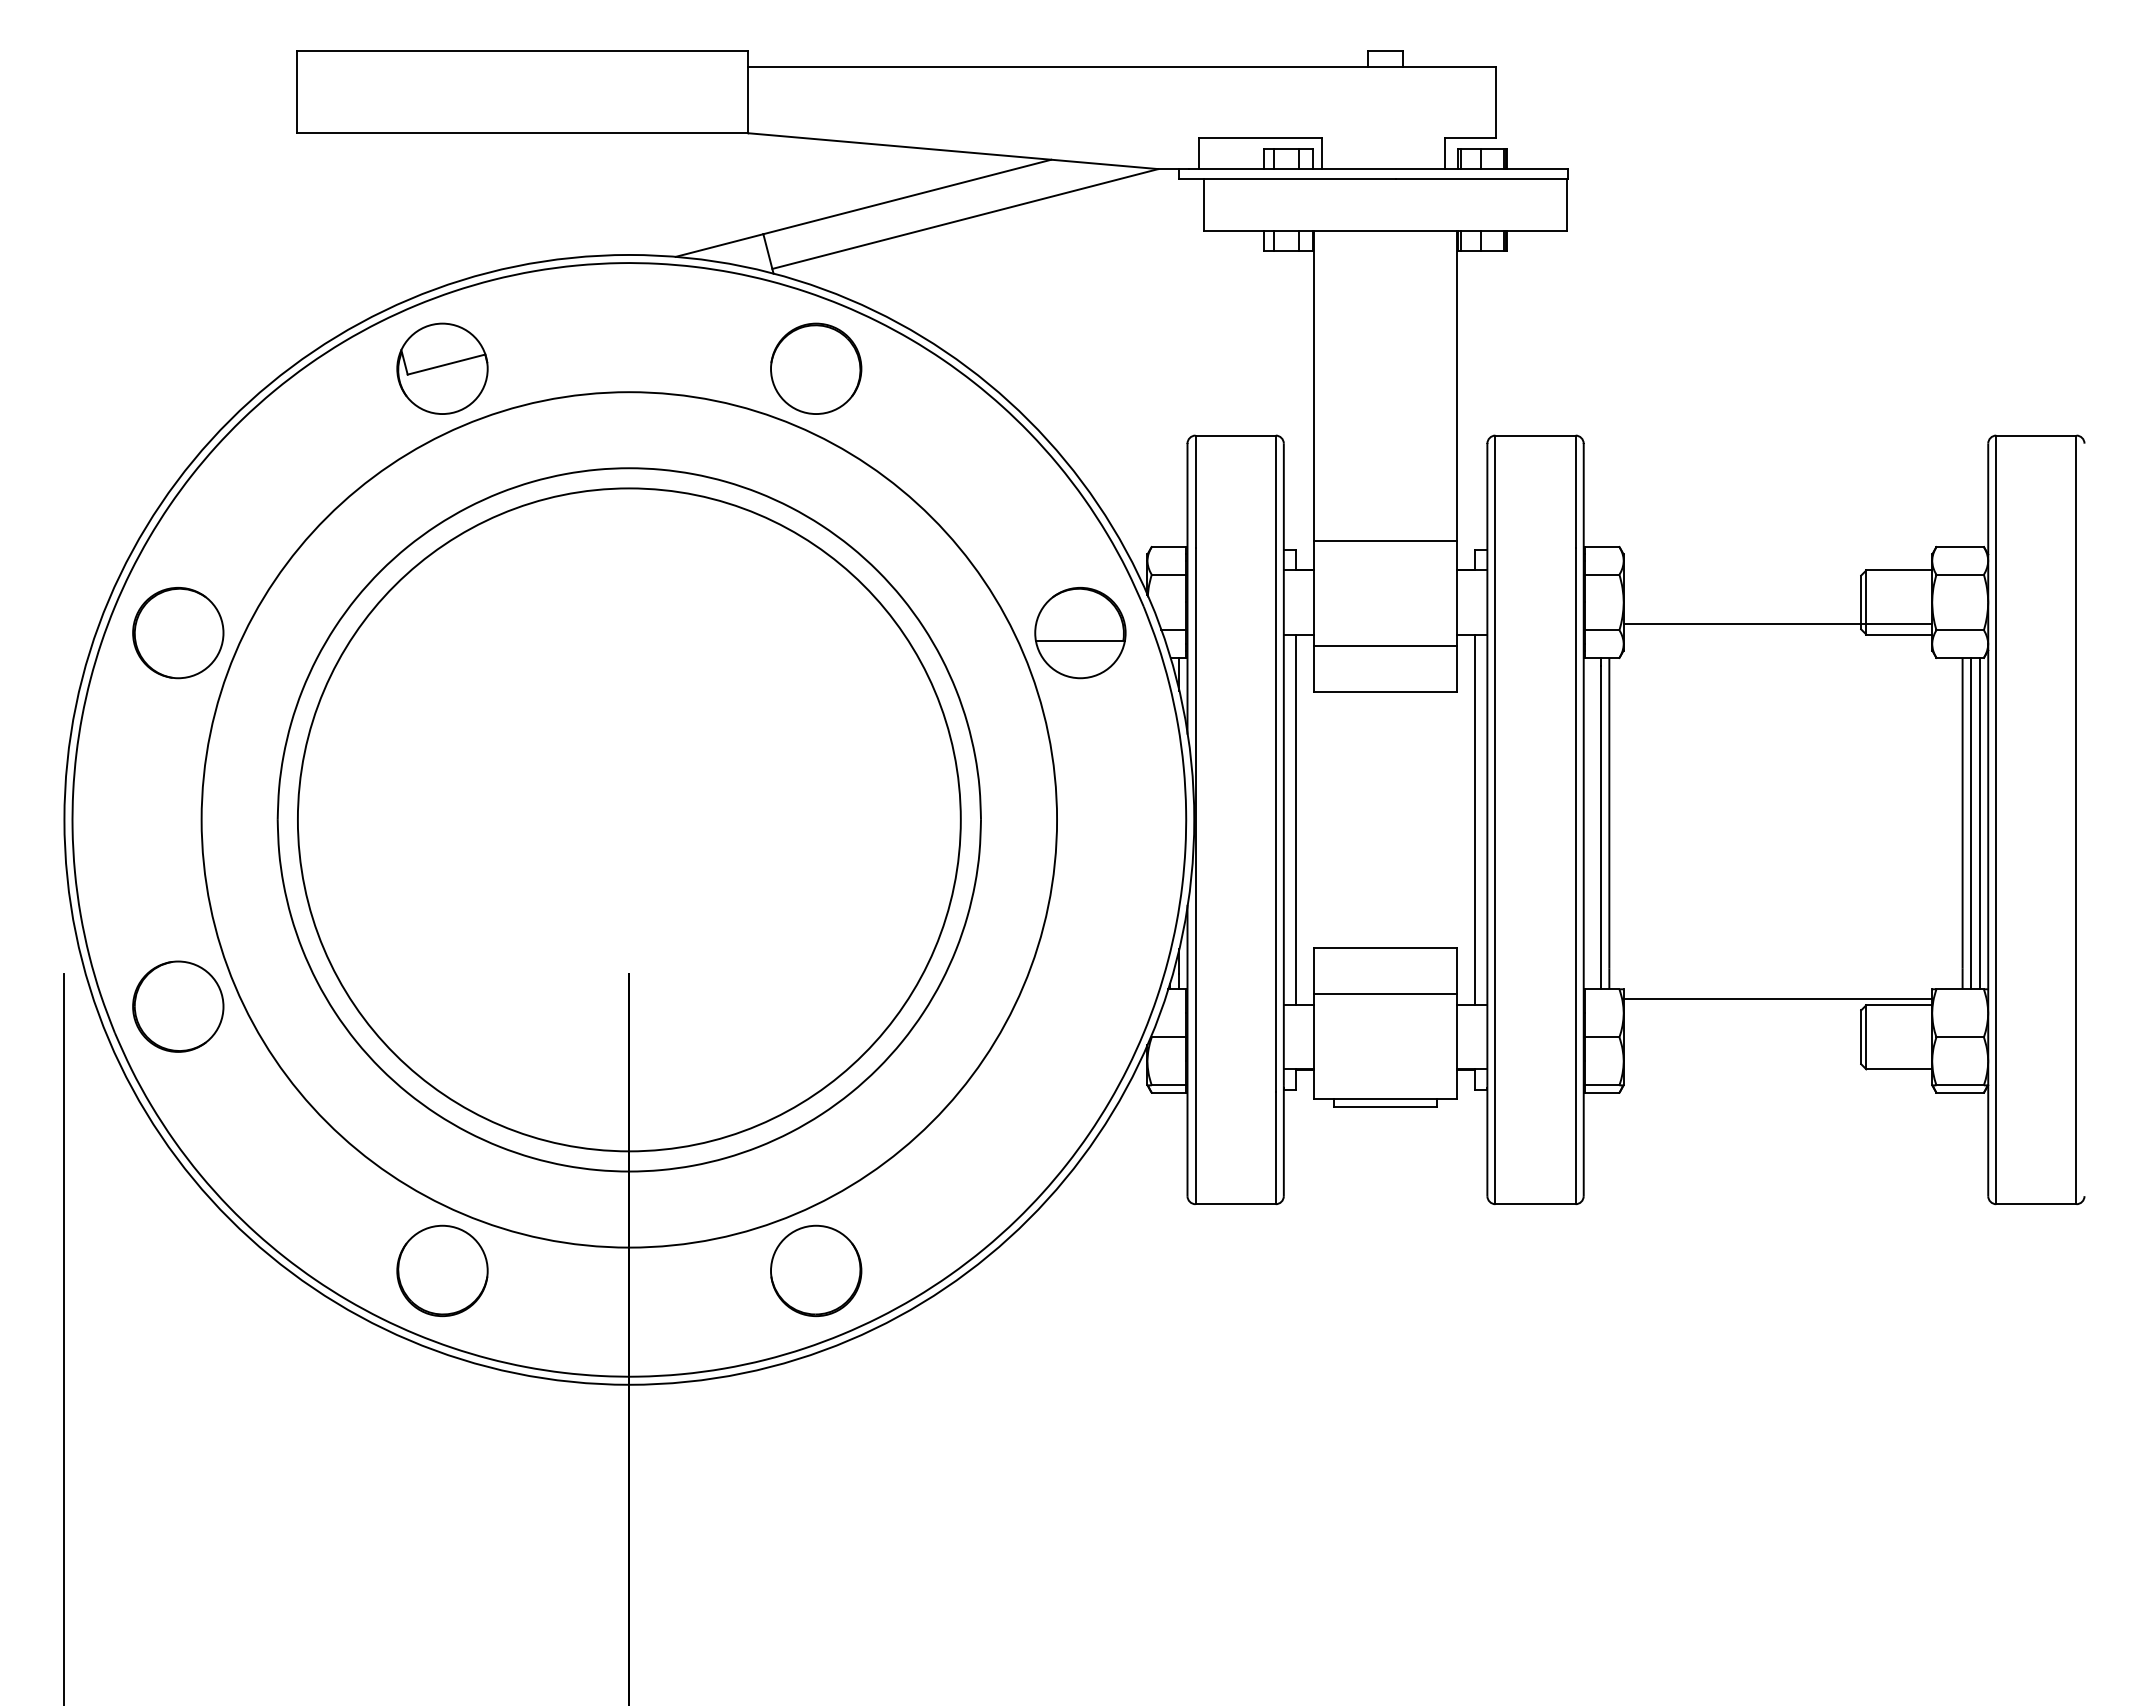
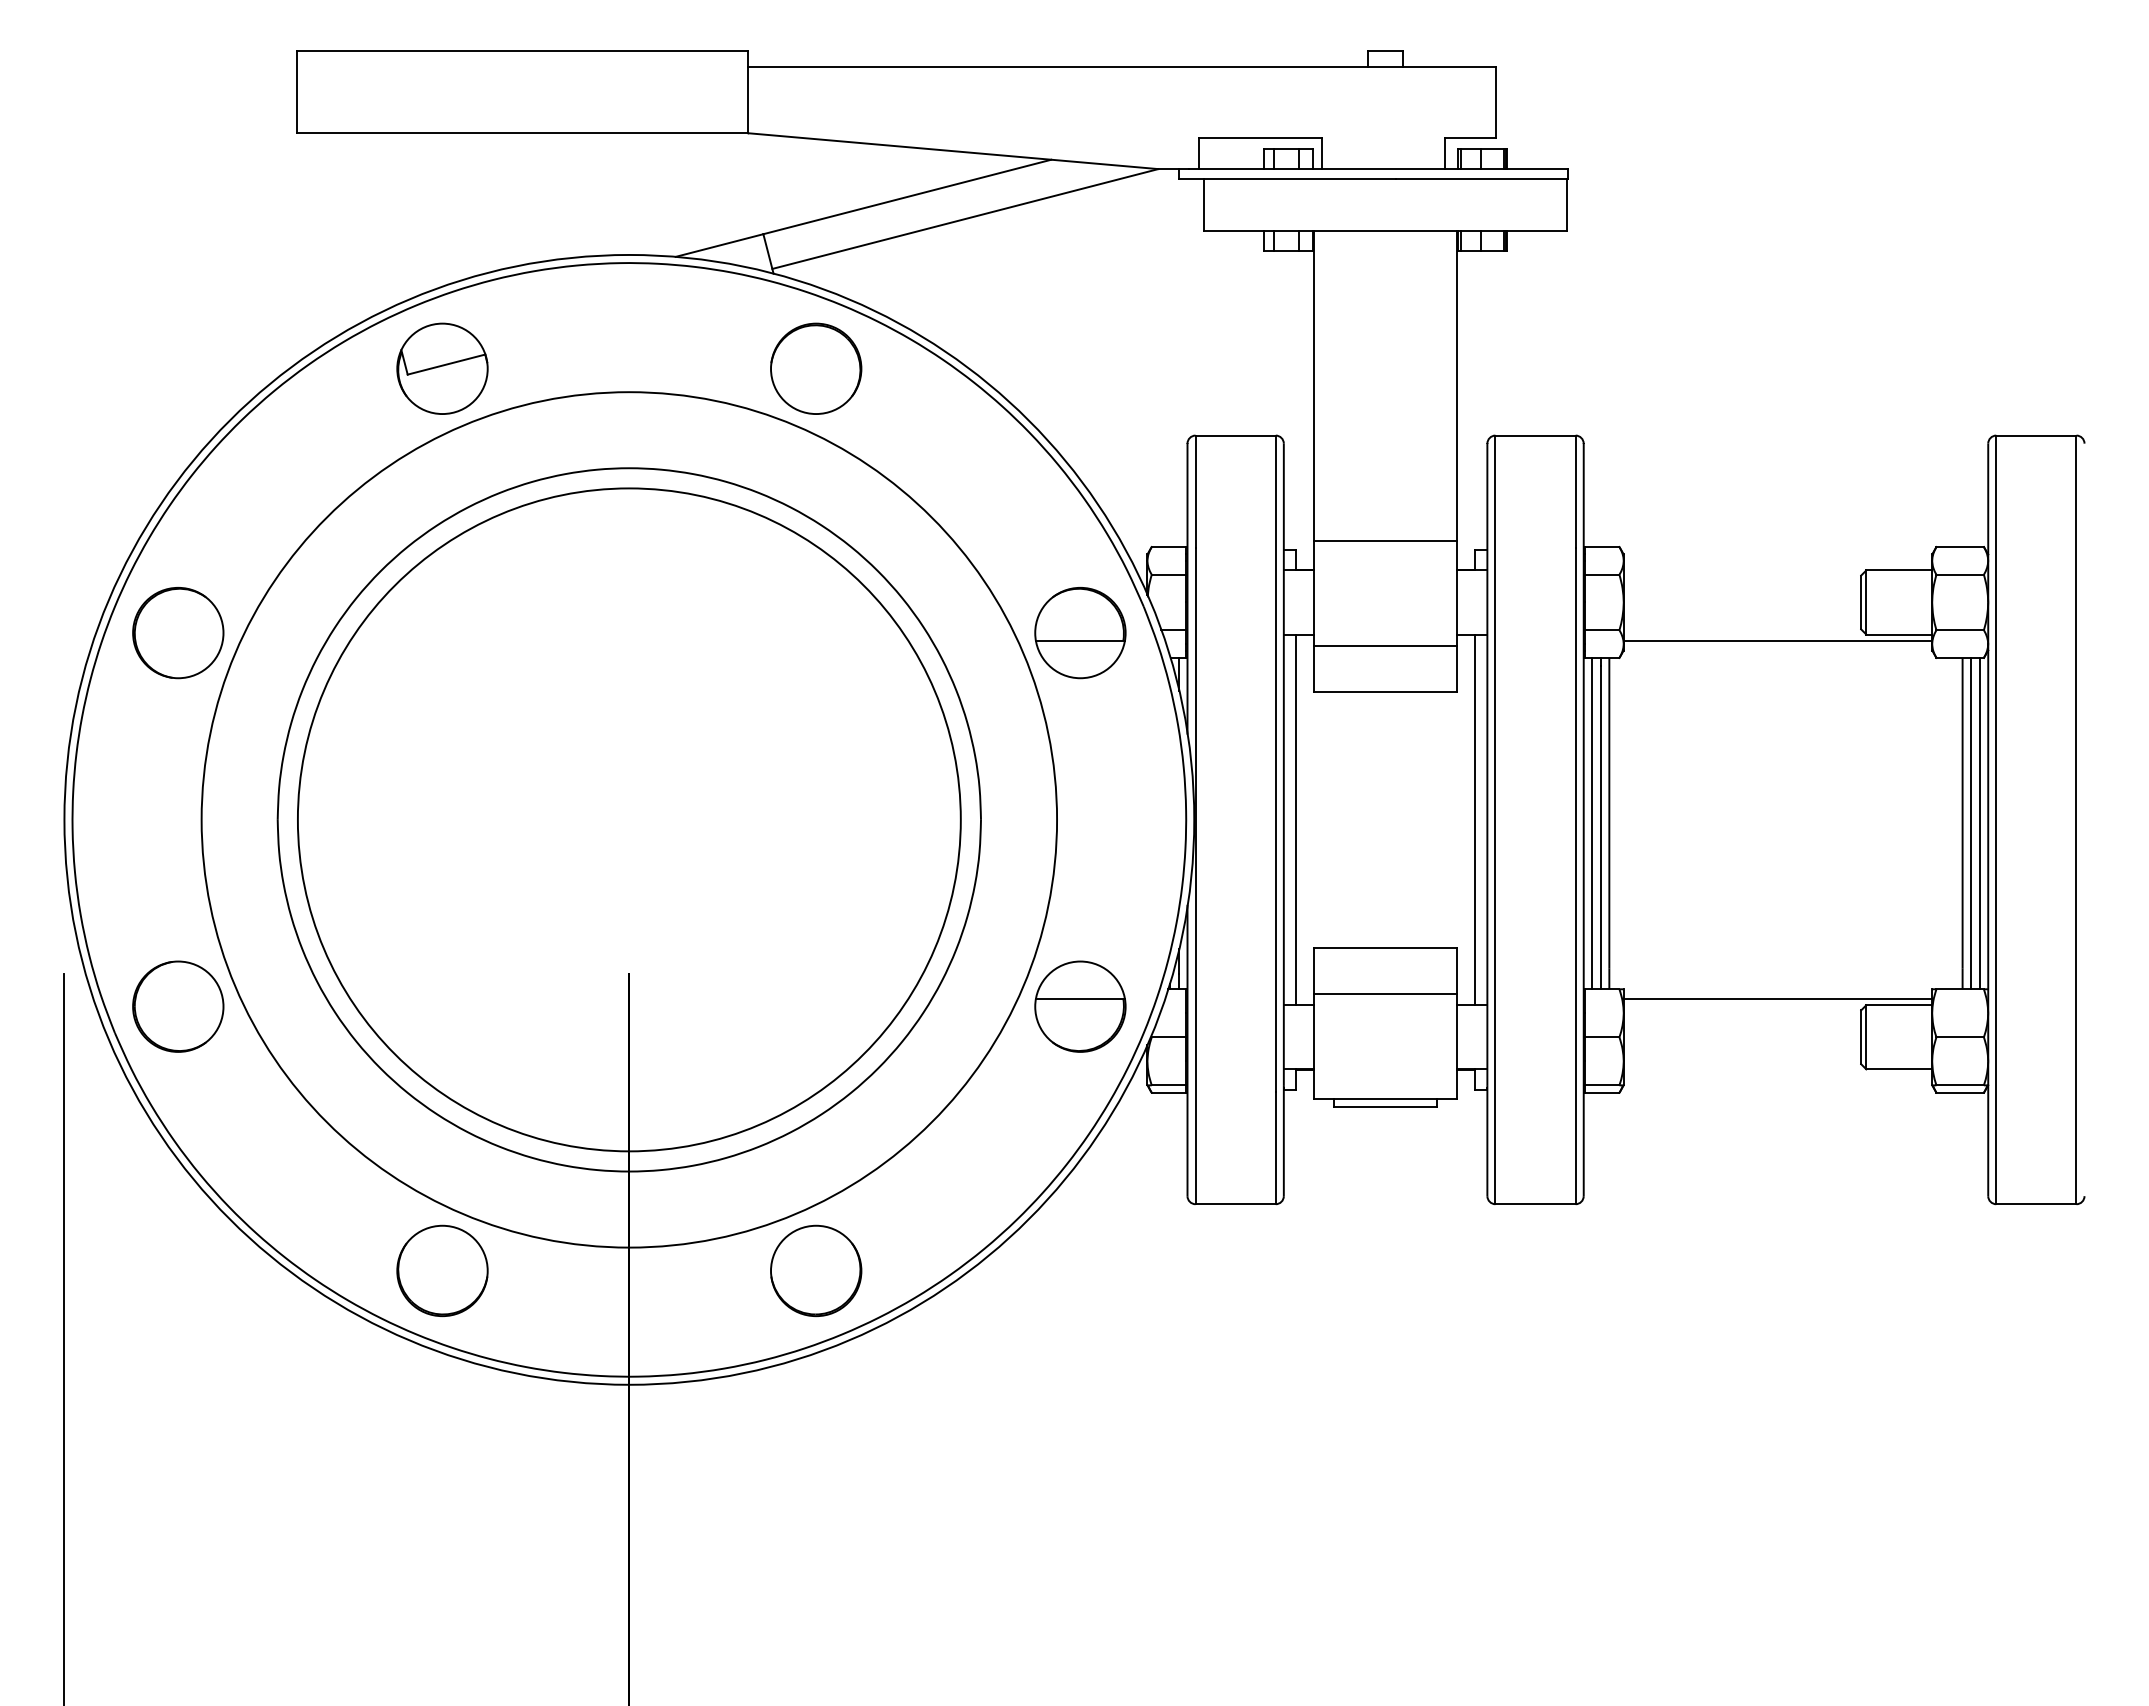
line at (1777, 623) position: (1777, 623) -> (1777, 640)
line at (1591, 823): none -> present
part at (1080, 1006): none -> present
